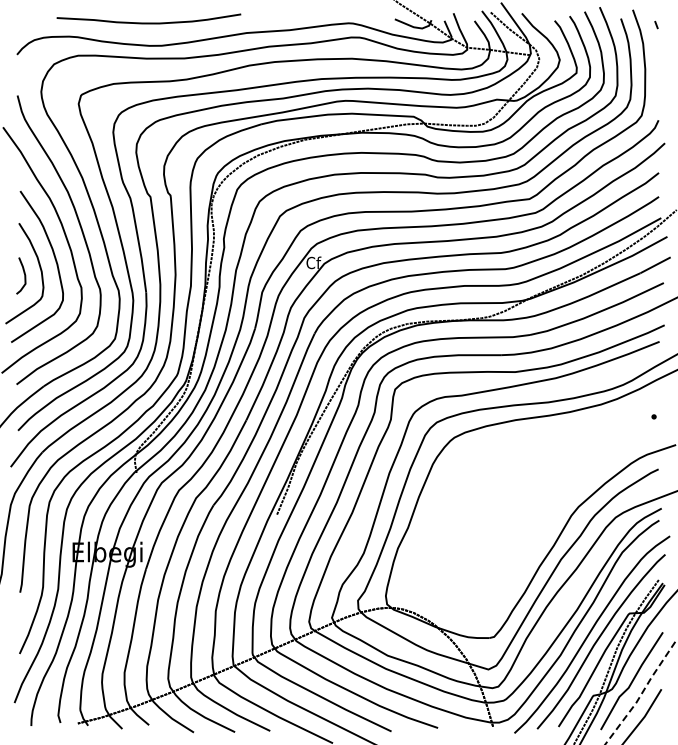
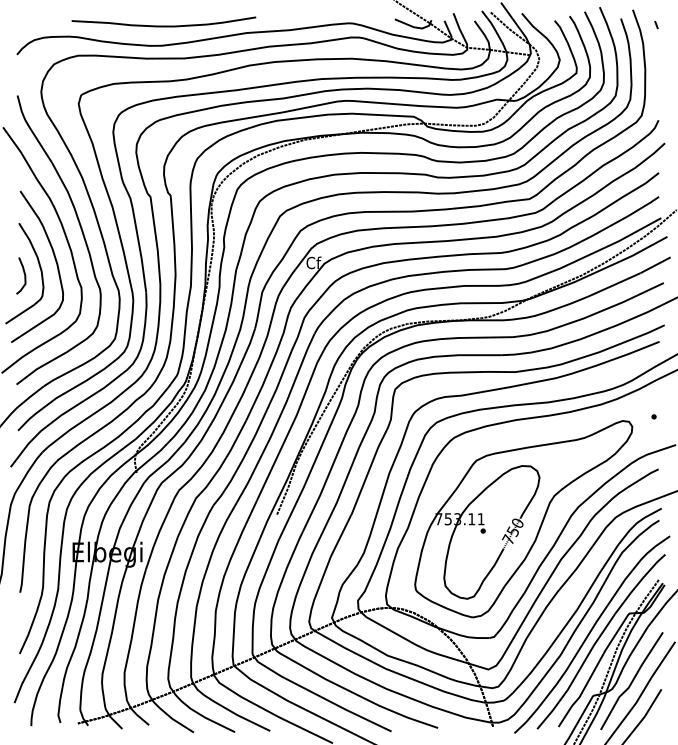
curve at (148, 22) position: (148, 22) -> (163, 25)
part at (523, 519): none -> present
line at (641, 694): dashed -> solid
